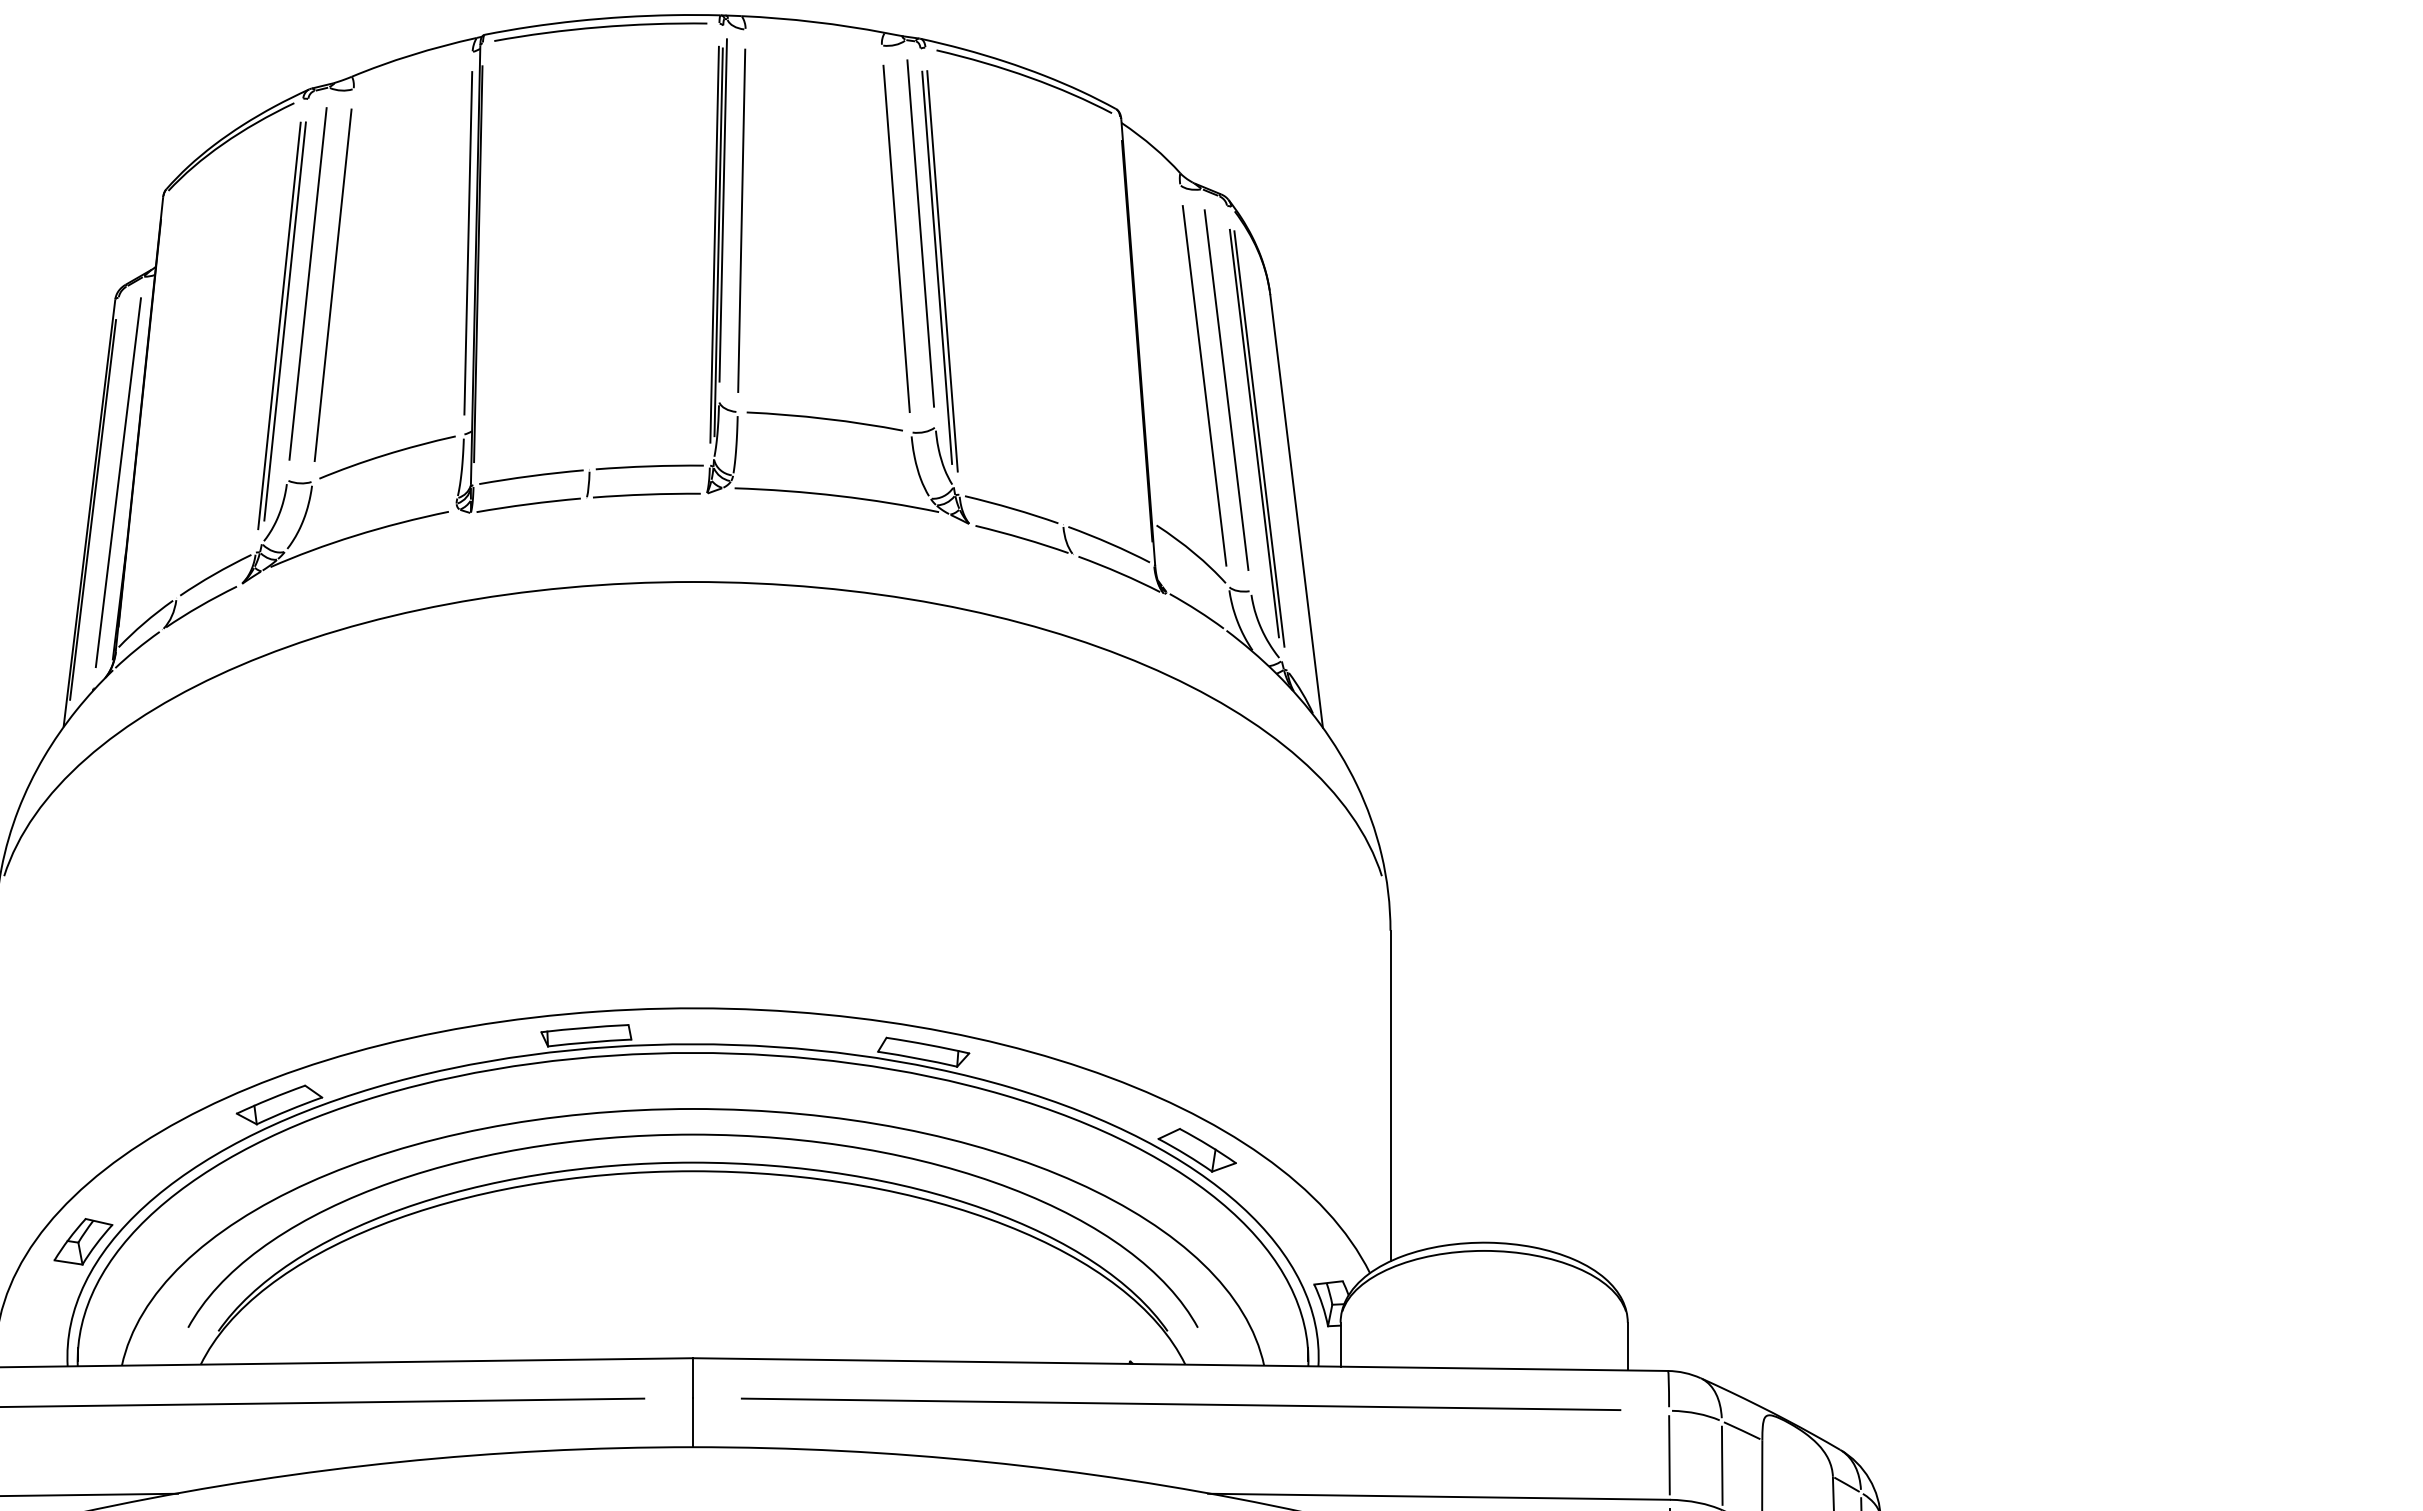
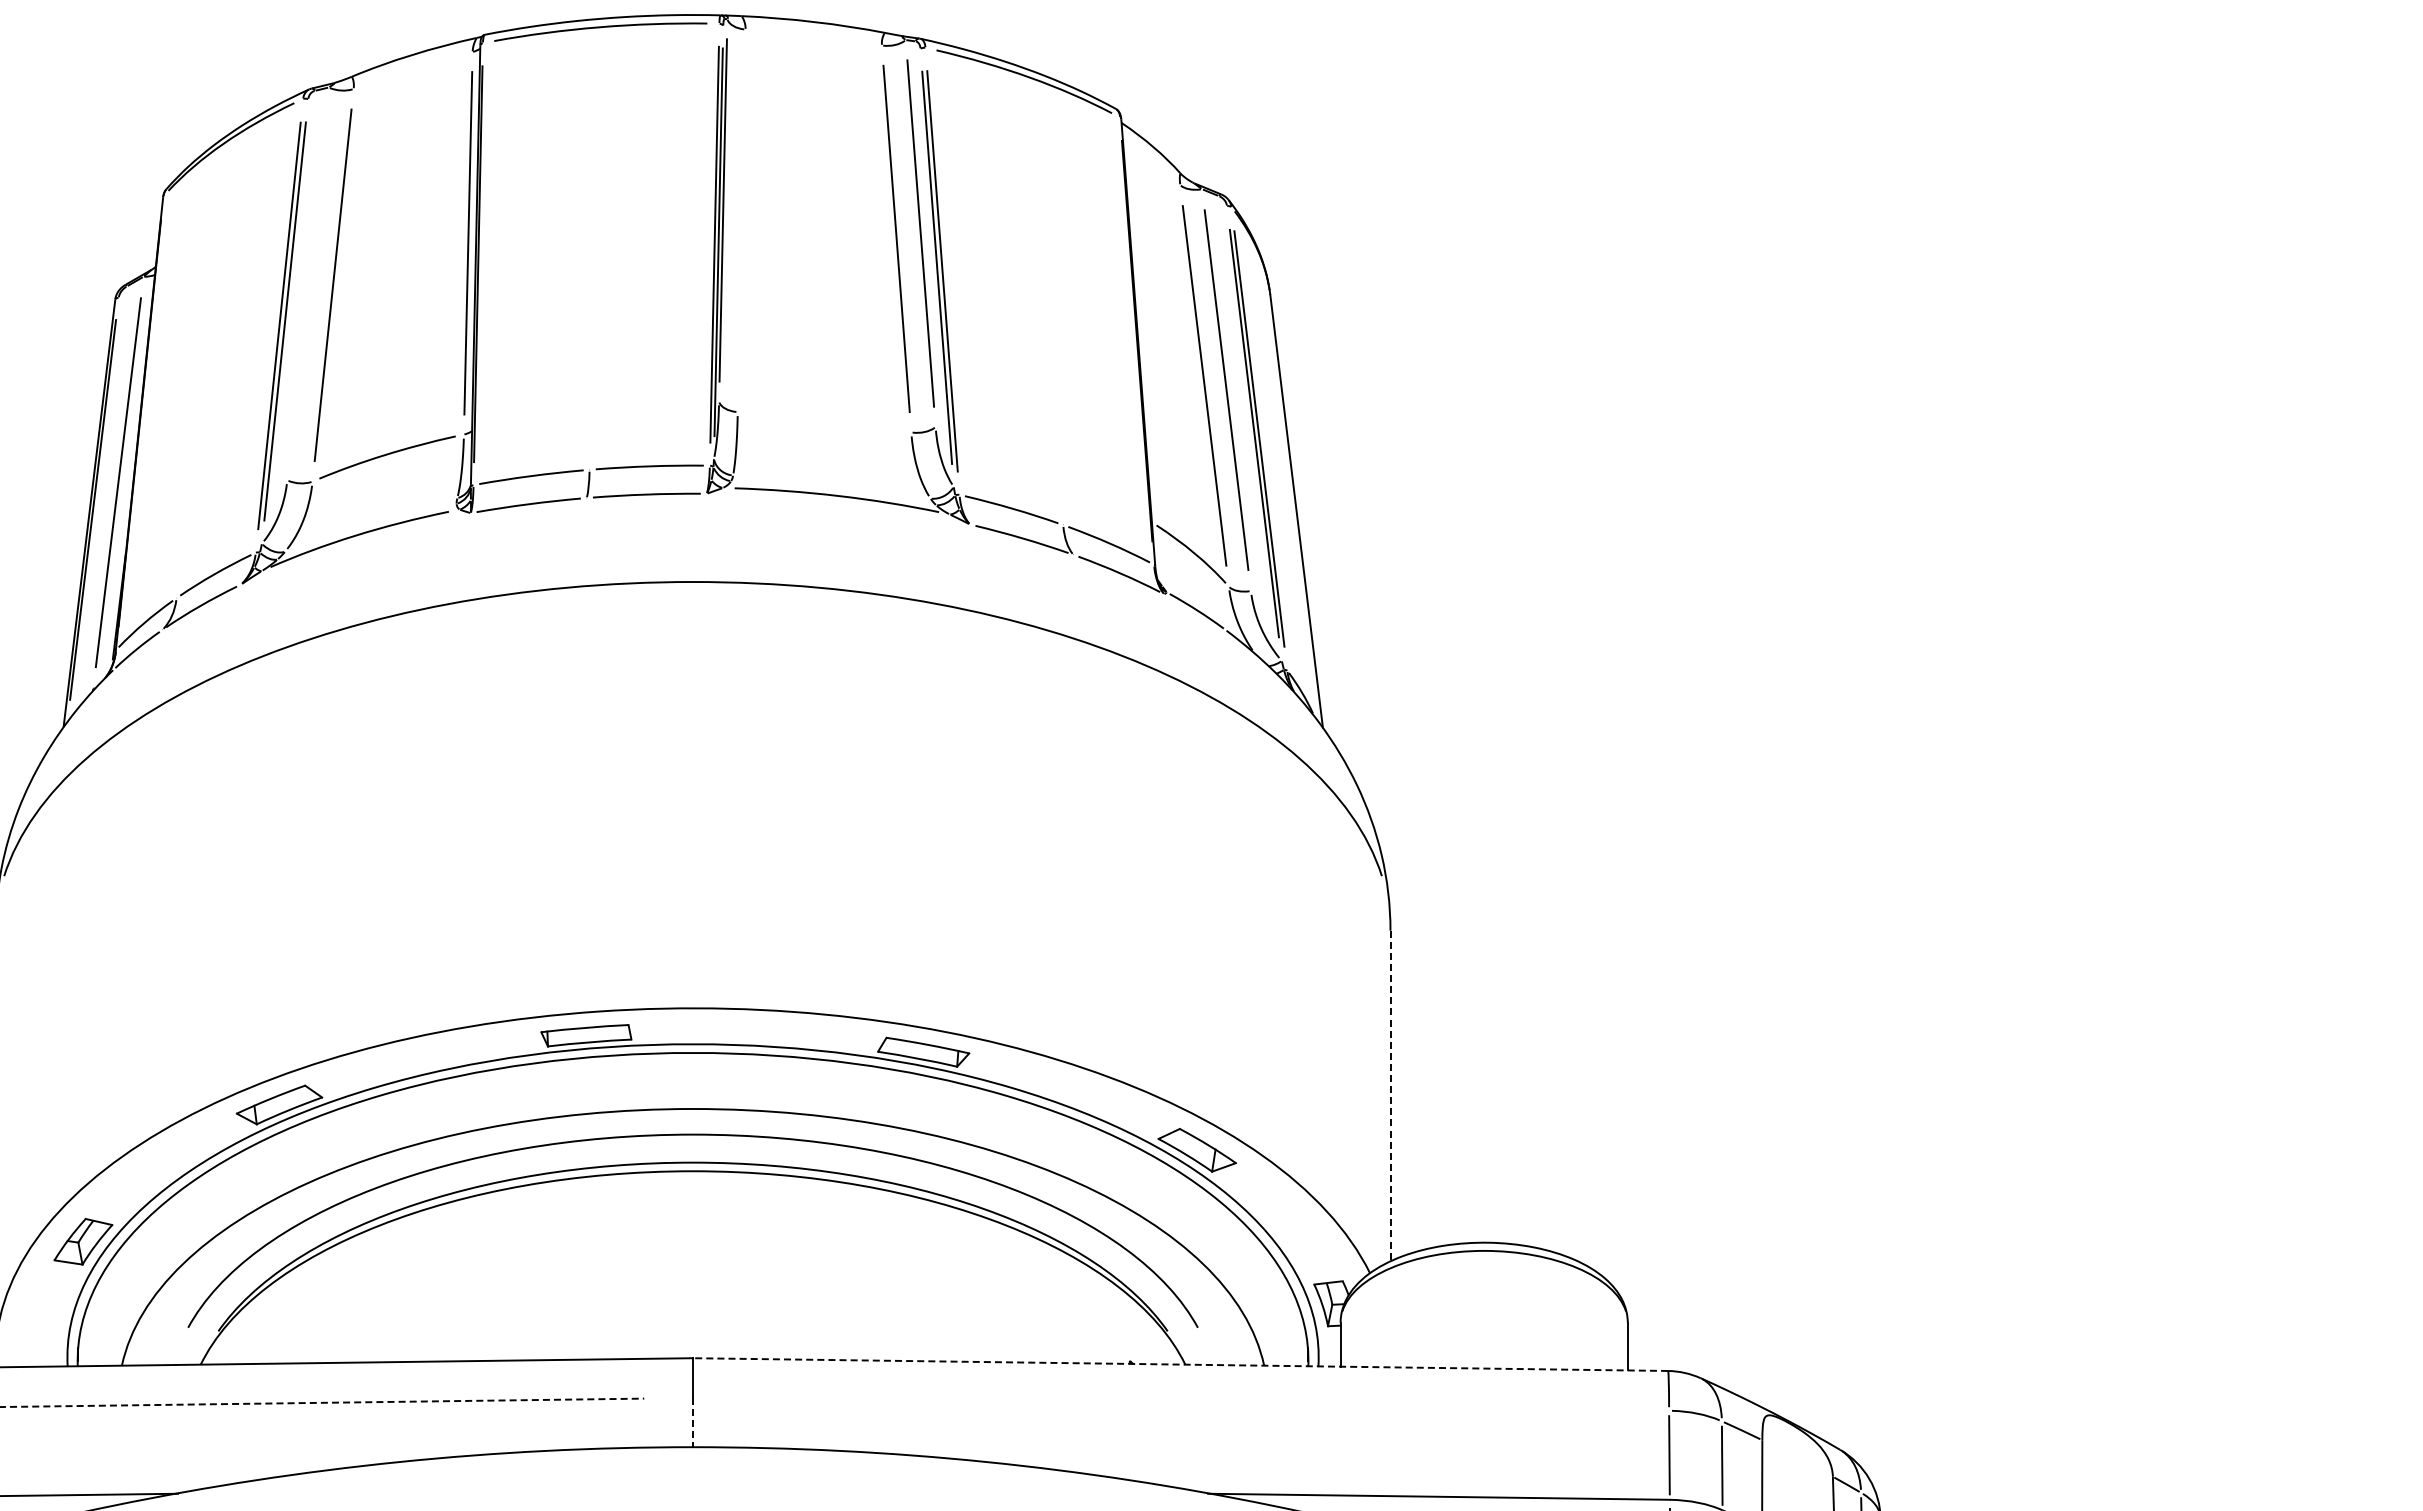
line at (741, 220): present -> none
line at (307, 283): present -> none
curve at (824, 419): present -> none
line at (1390, 1096): solid -> dashed
line at (1180, 1364): solid -> dashed
line at (322, 1402): solid -> dashed
line at (1180, 1404): present -> none
line at (693, 1422): solid -> dashed
